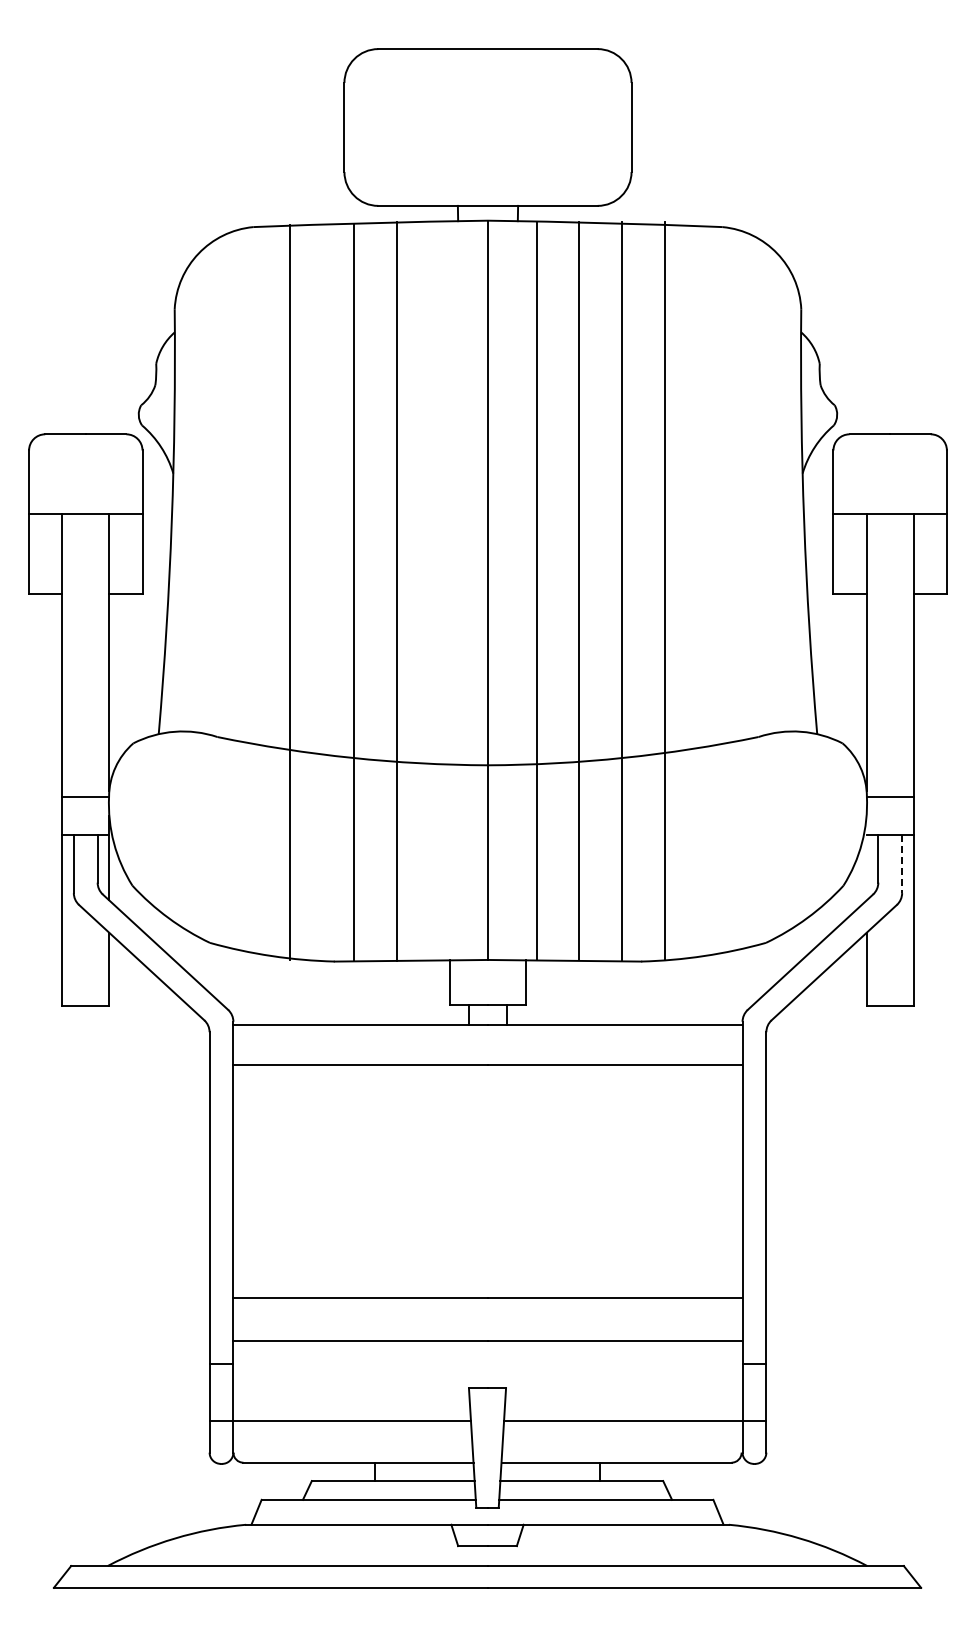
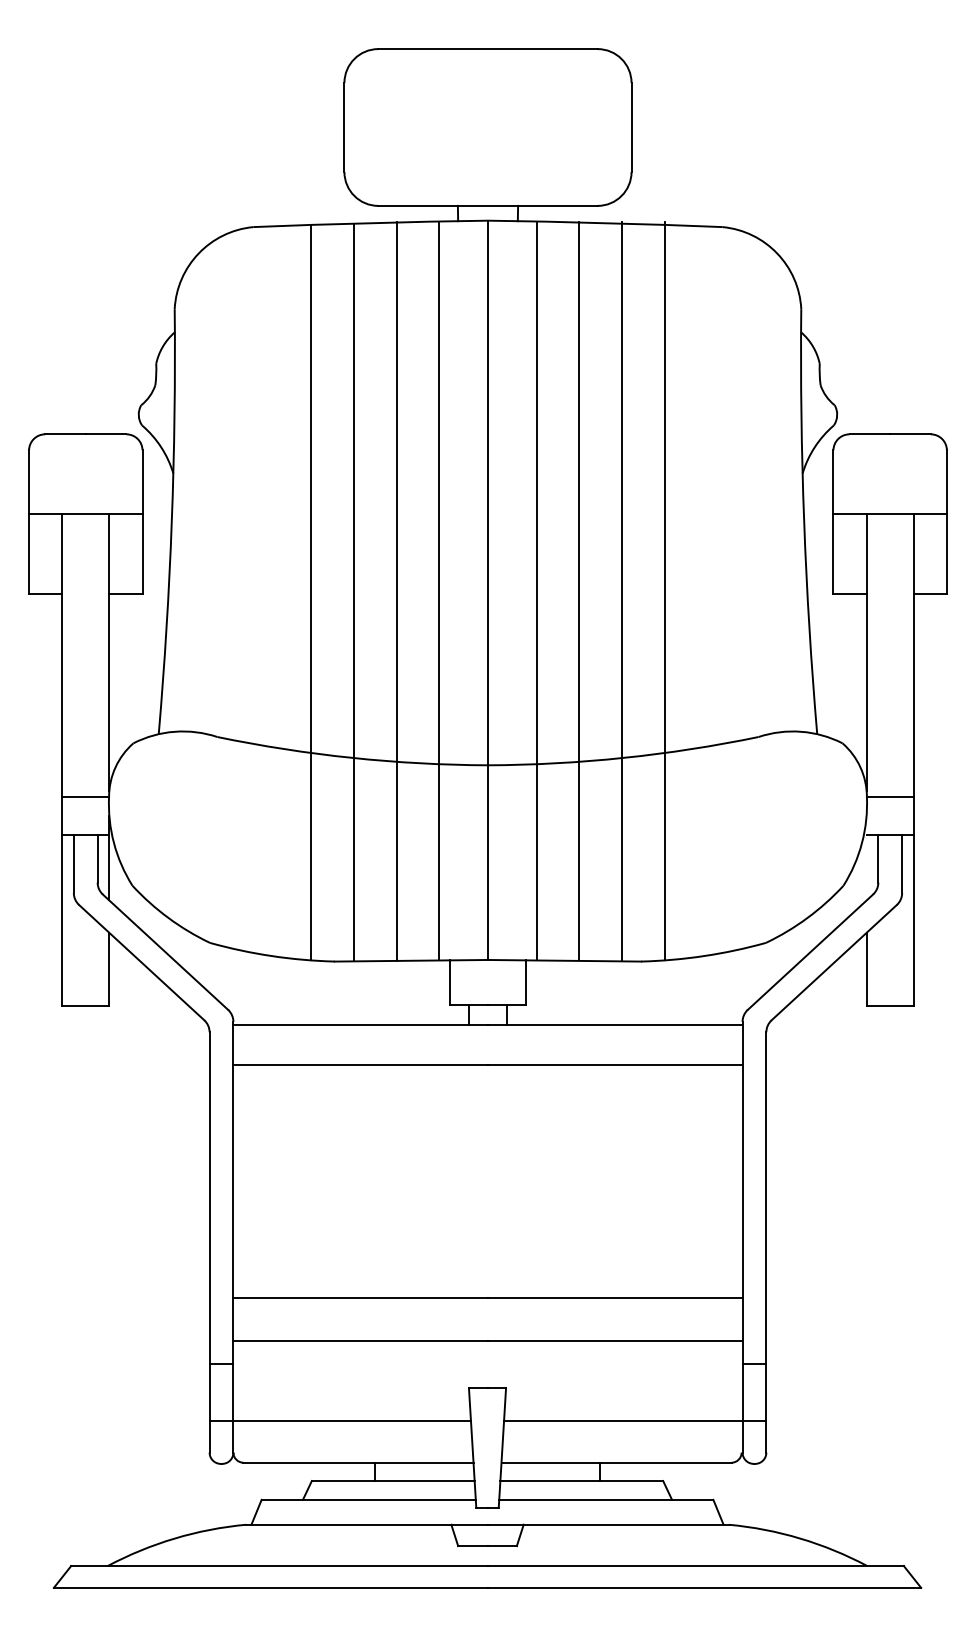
line at (439, 590): none -> present
line at (289, 592) position: (289, 592) -> (310, 592)
line at (902, 864): dashed -> solid
